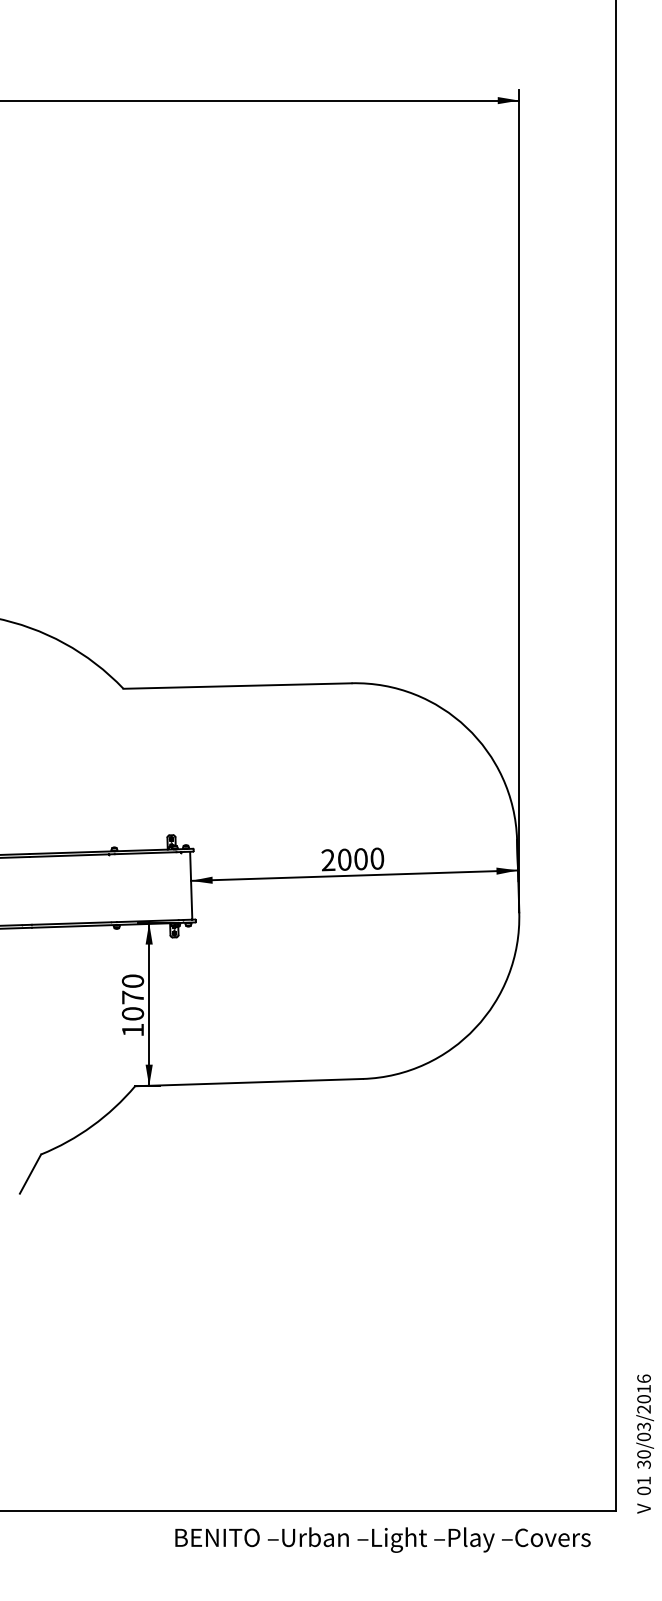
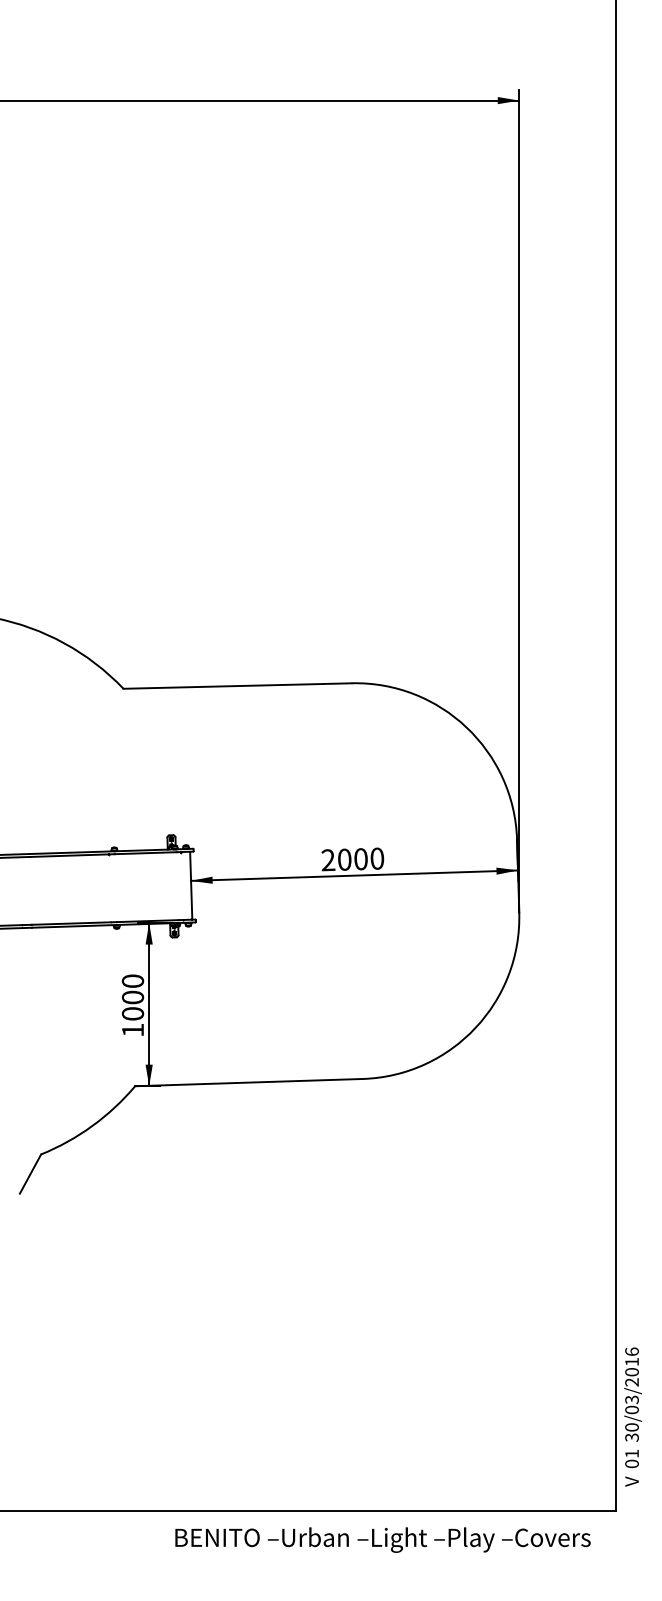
text at (132, 997): 1070 -> 1000
text at (644, 1443) position: (644, 1443) -> (632, 1416)
